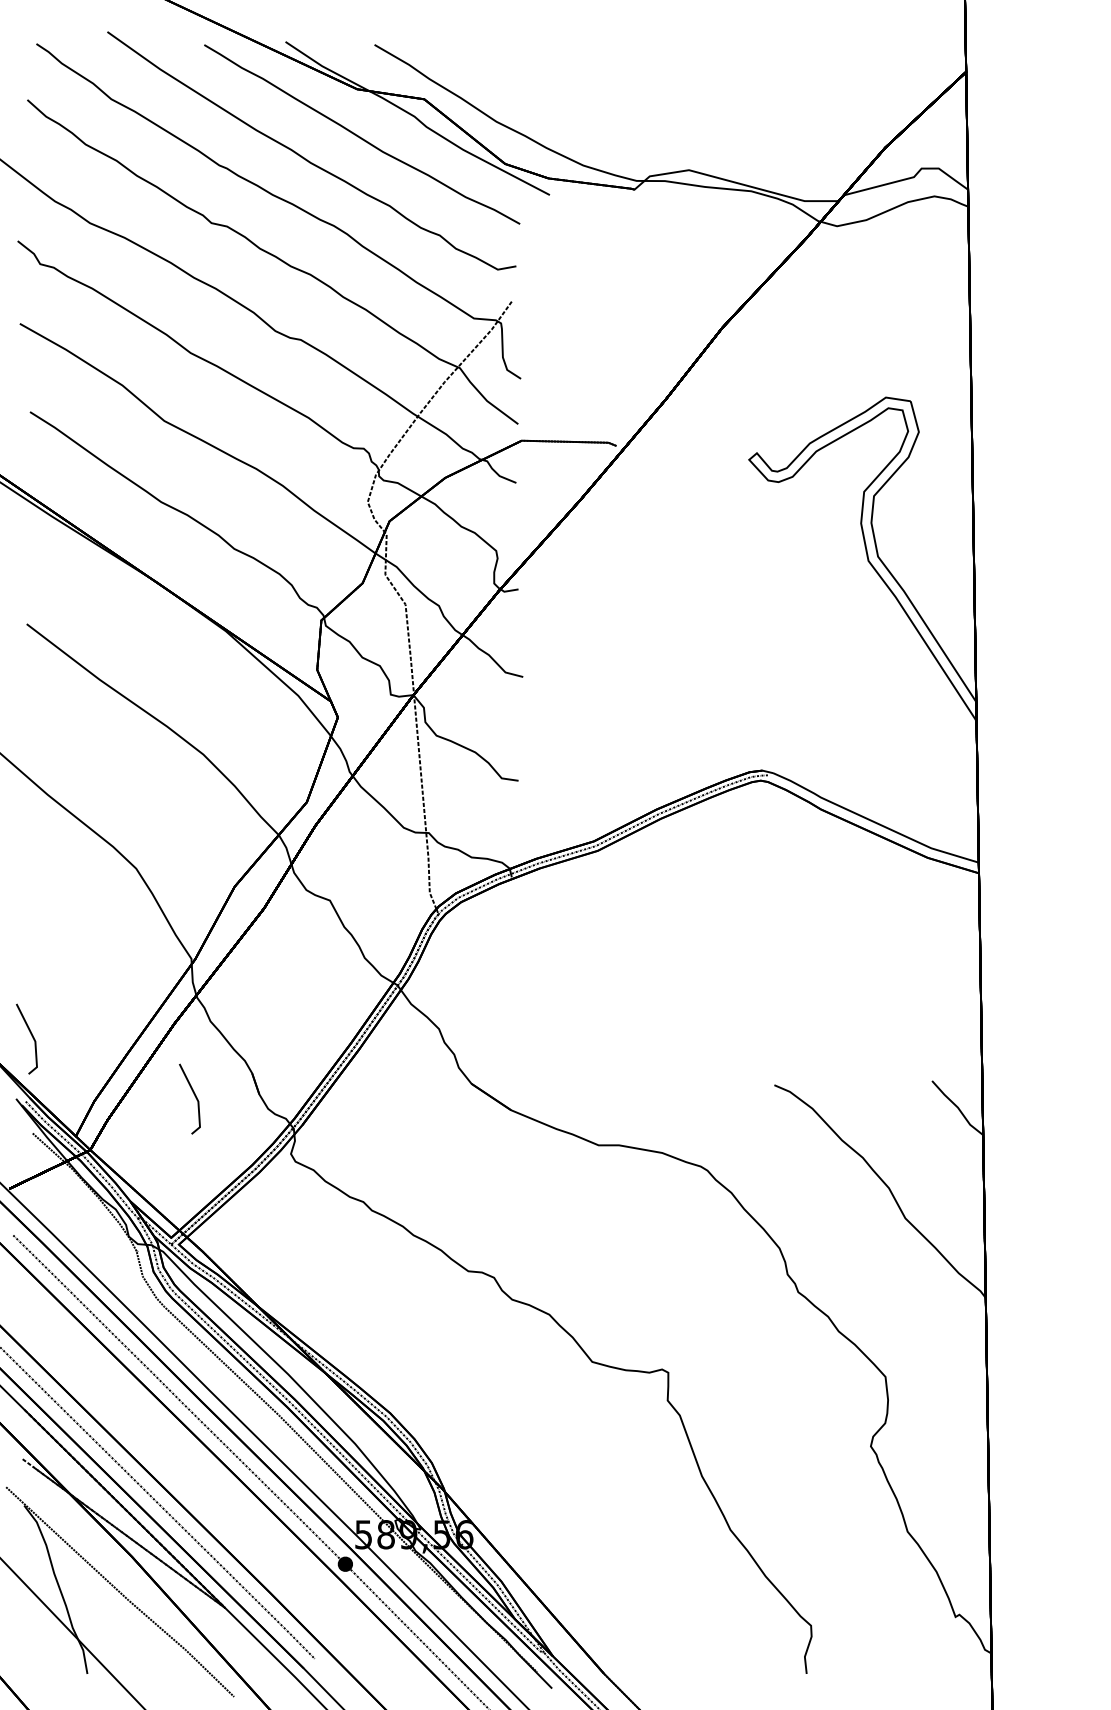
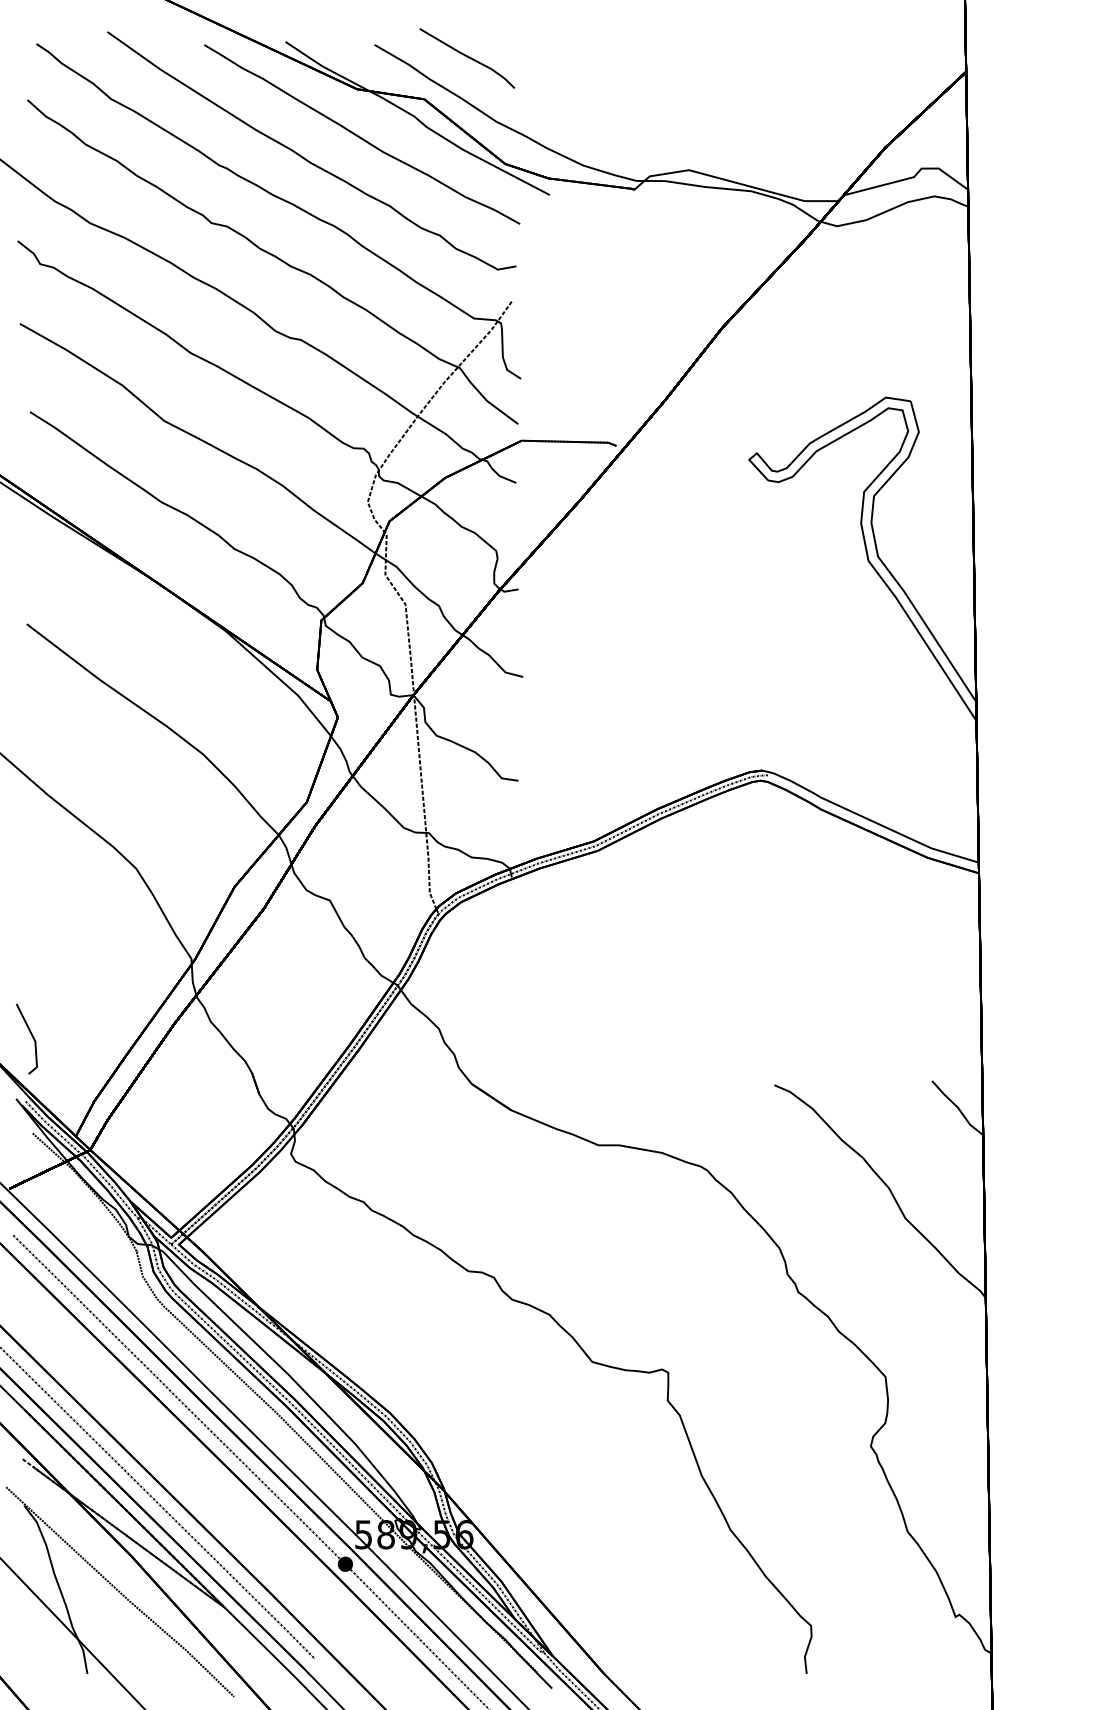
part at (467, 58): none -> present
part at (189, 1098): present -> none
